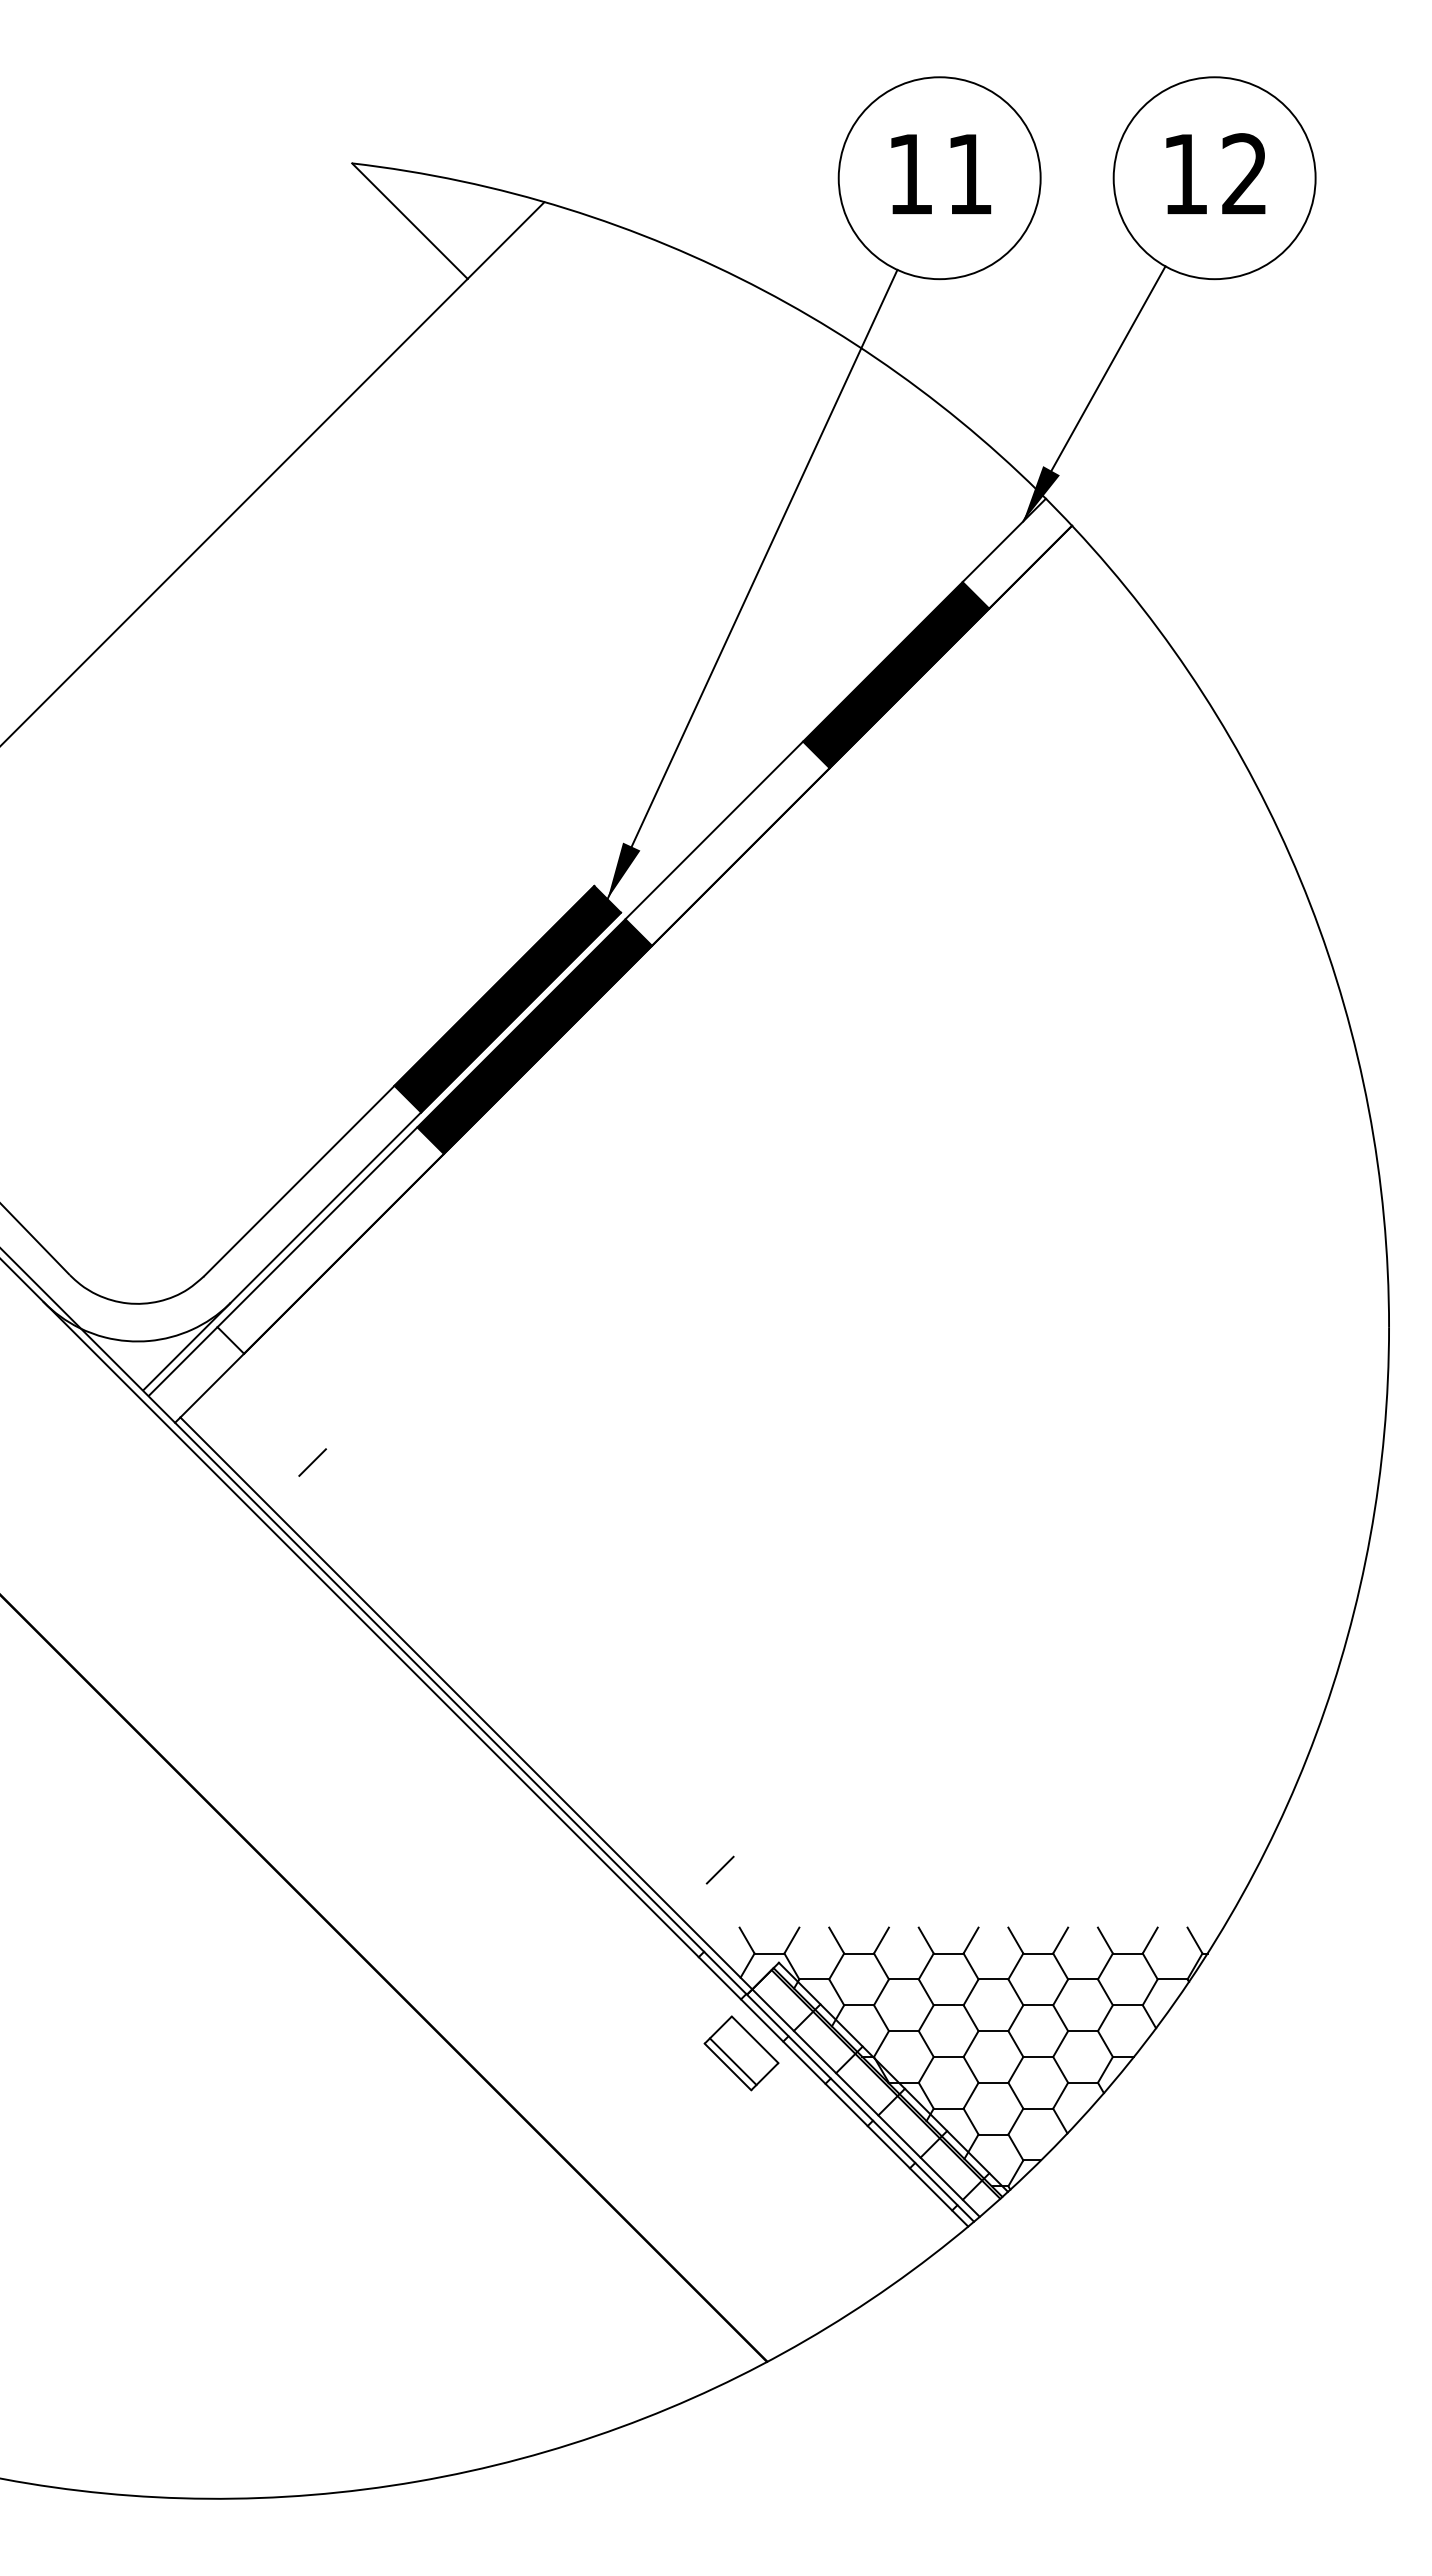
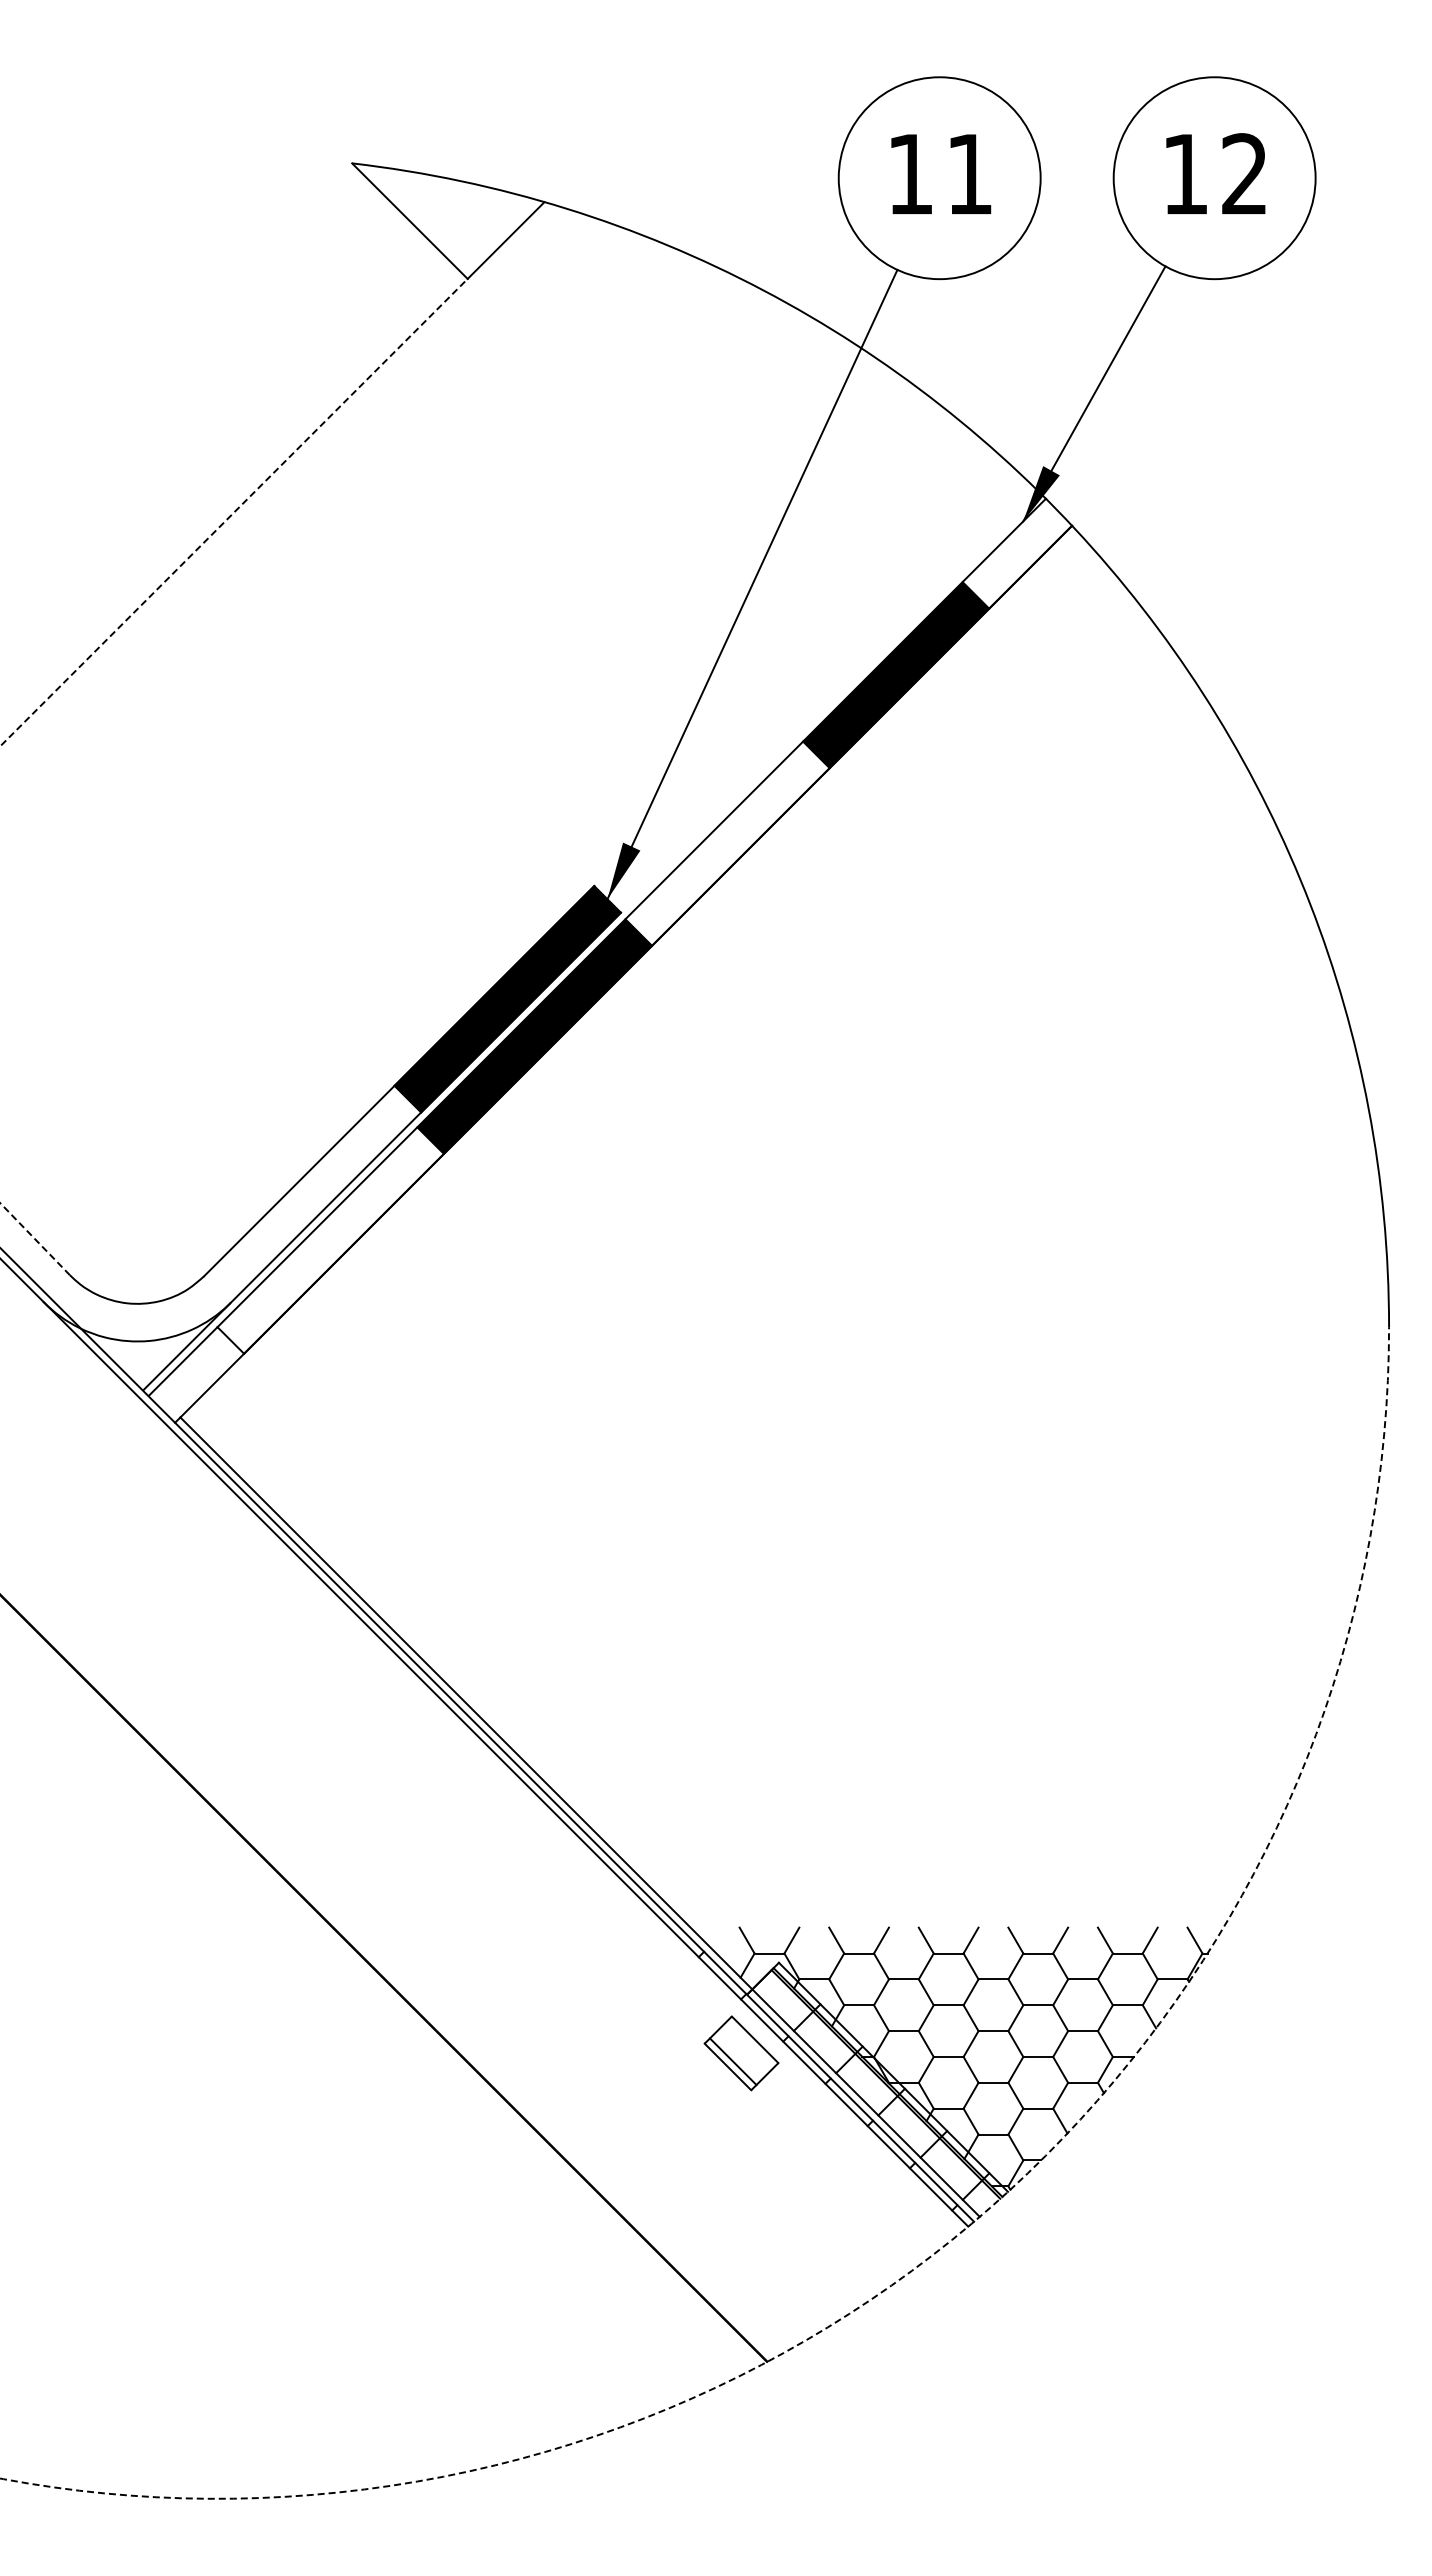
line at (234, 512): solid -> dashed
line at (35, 1239): solid -> dashed
line at (312, 1462): present -> none
line at (719, 1869): present -> none
arc at (967, 2227): solid -> dashed
